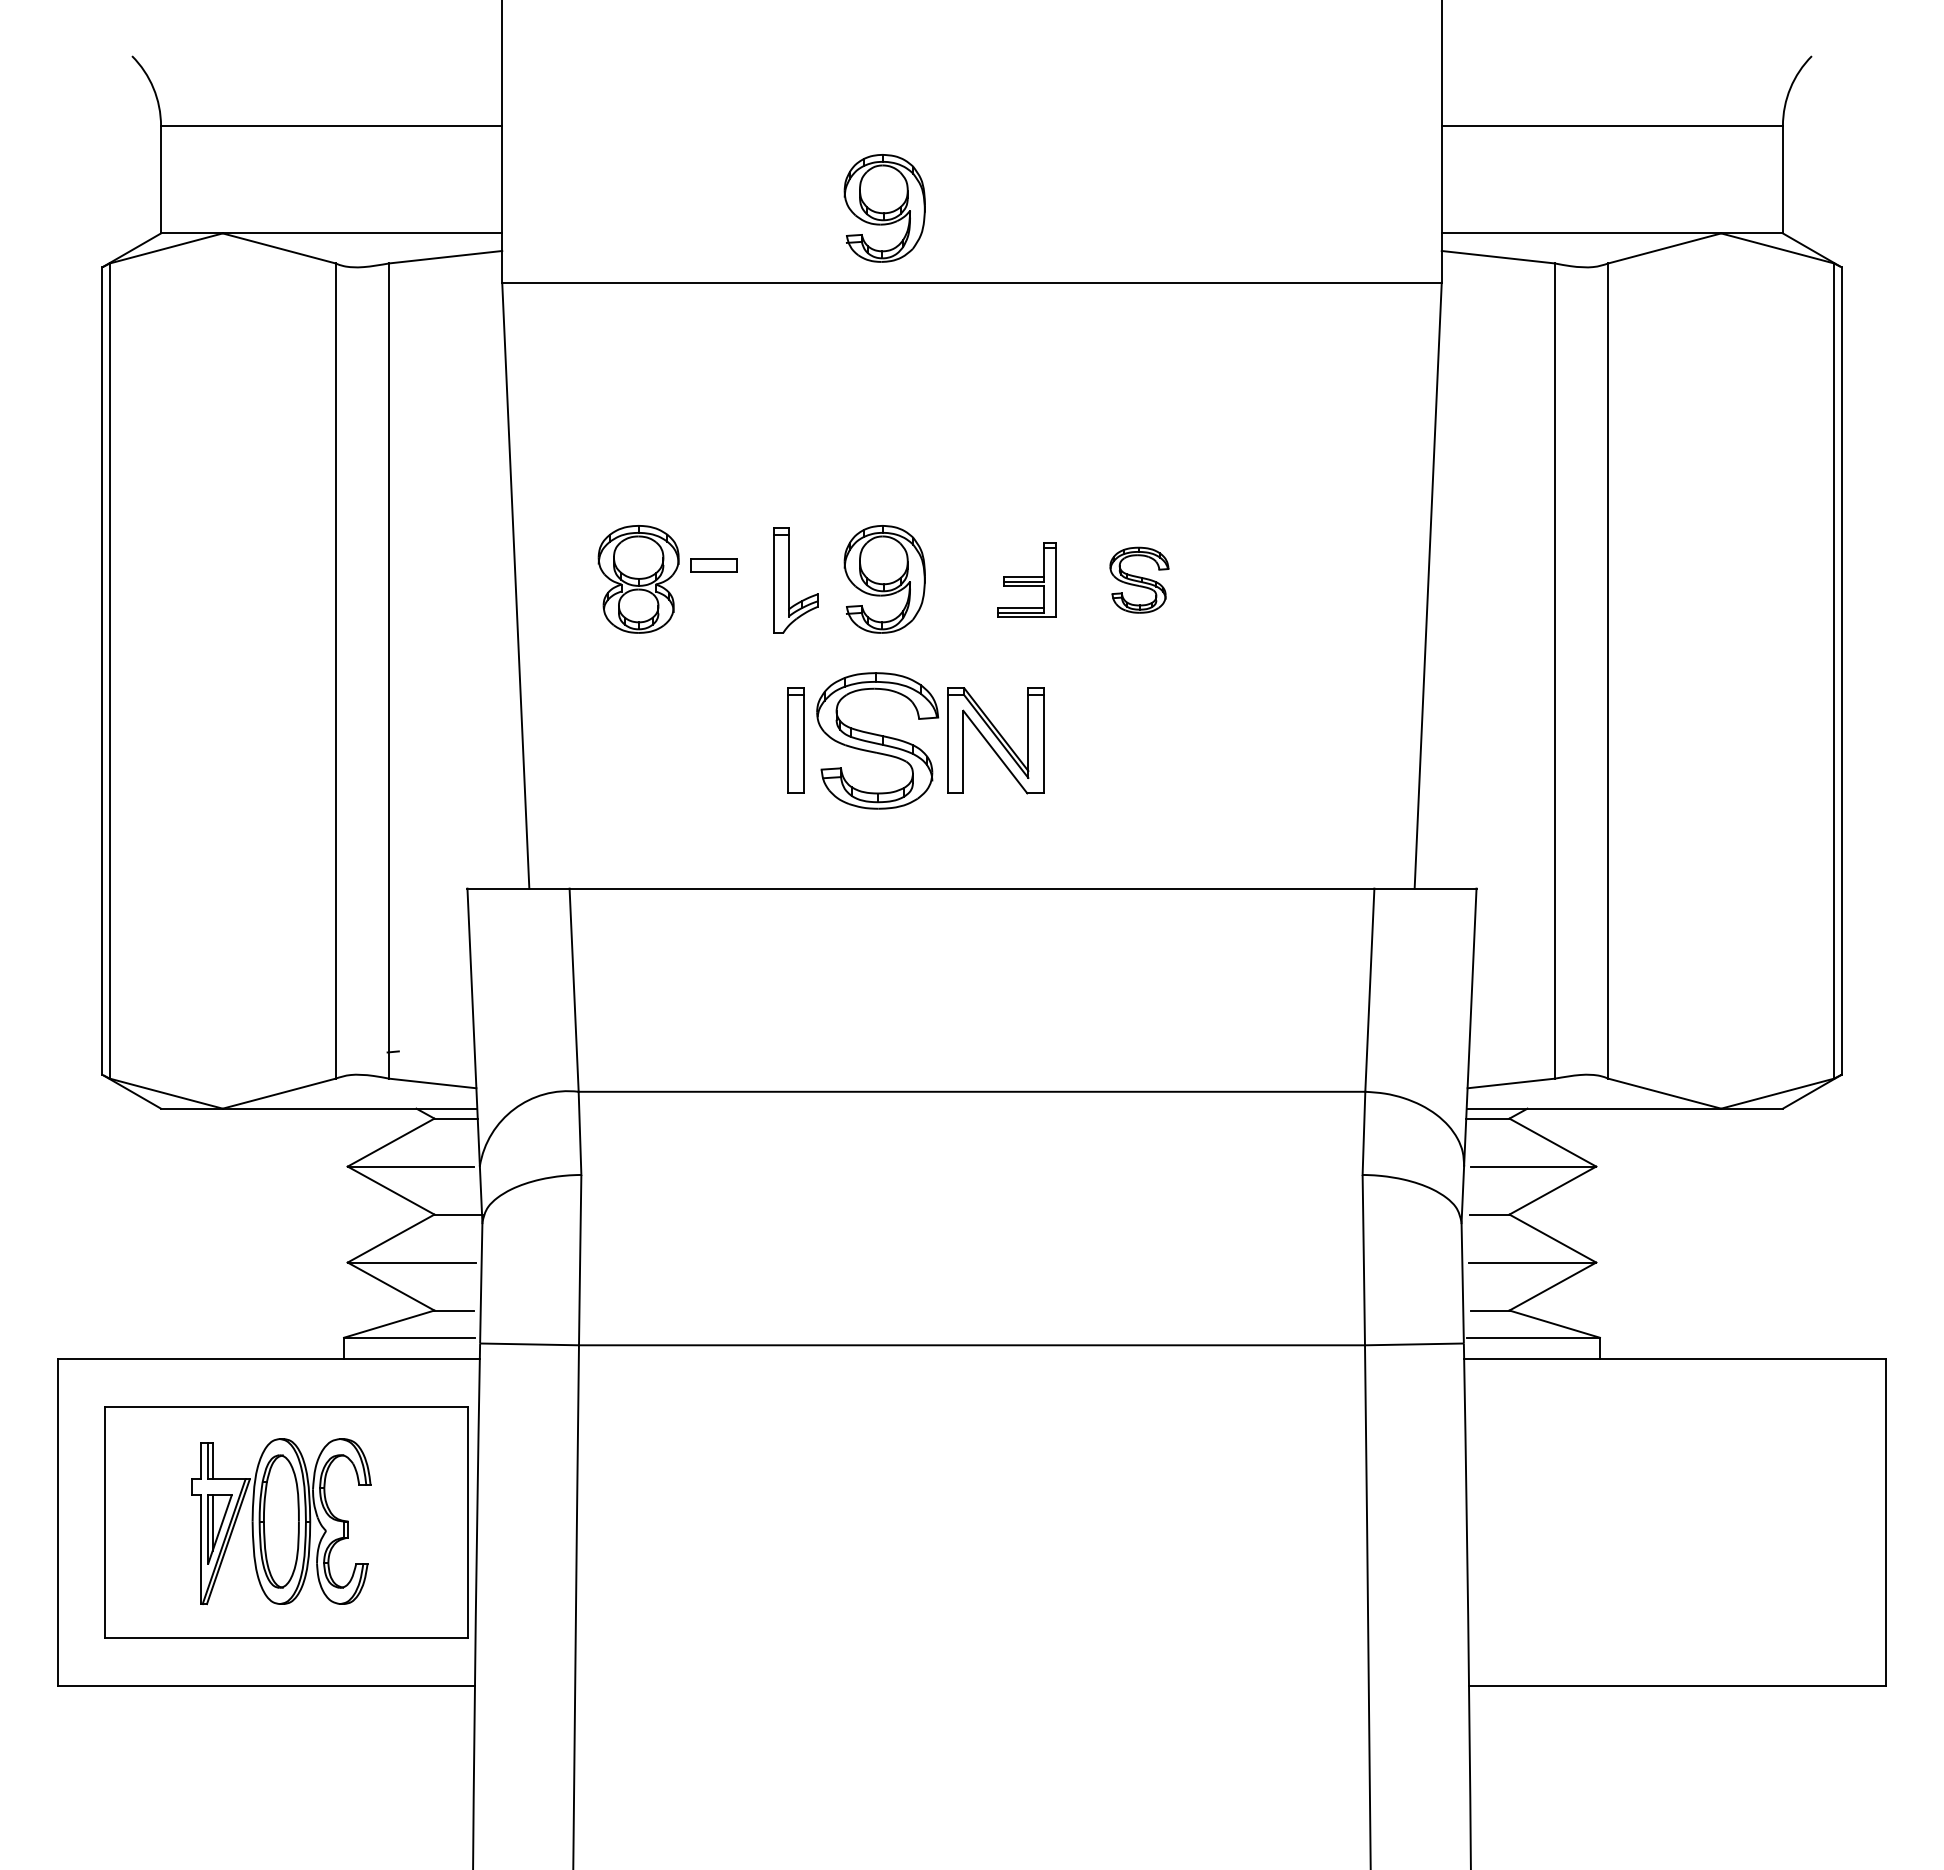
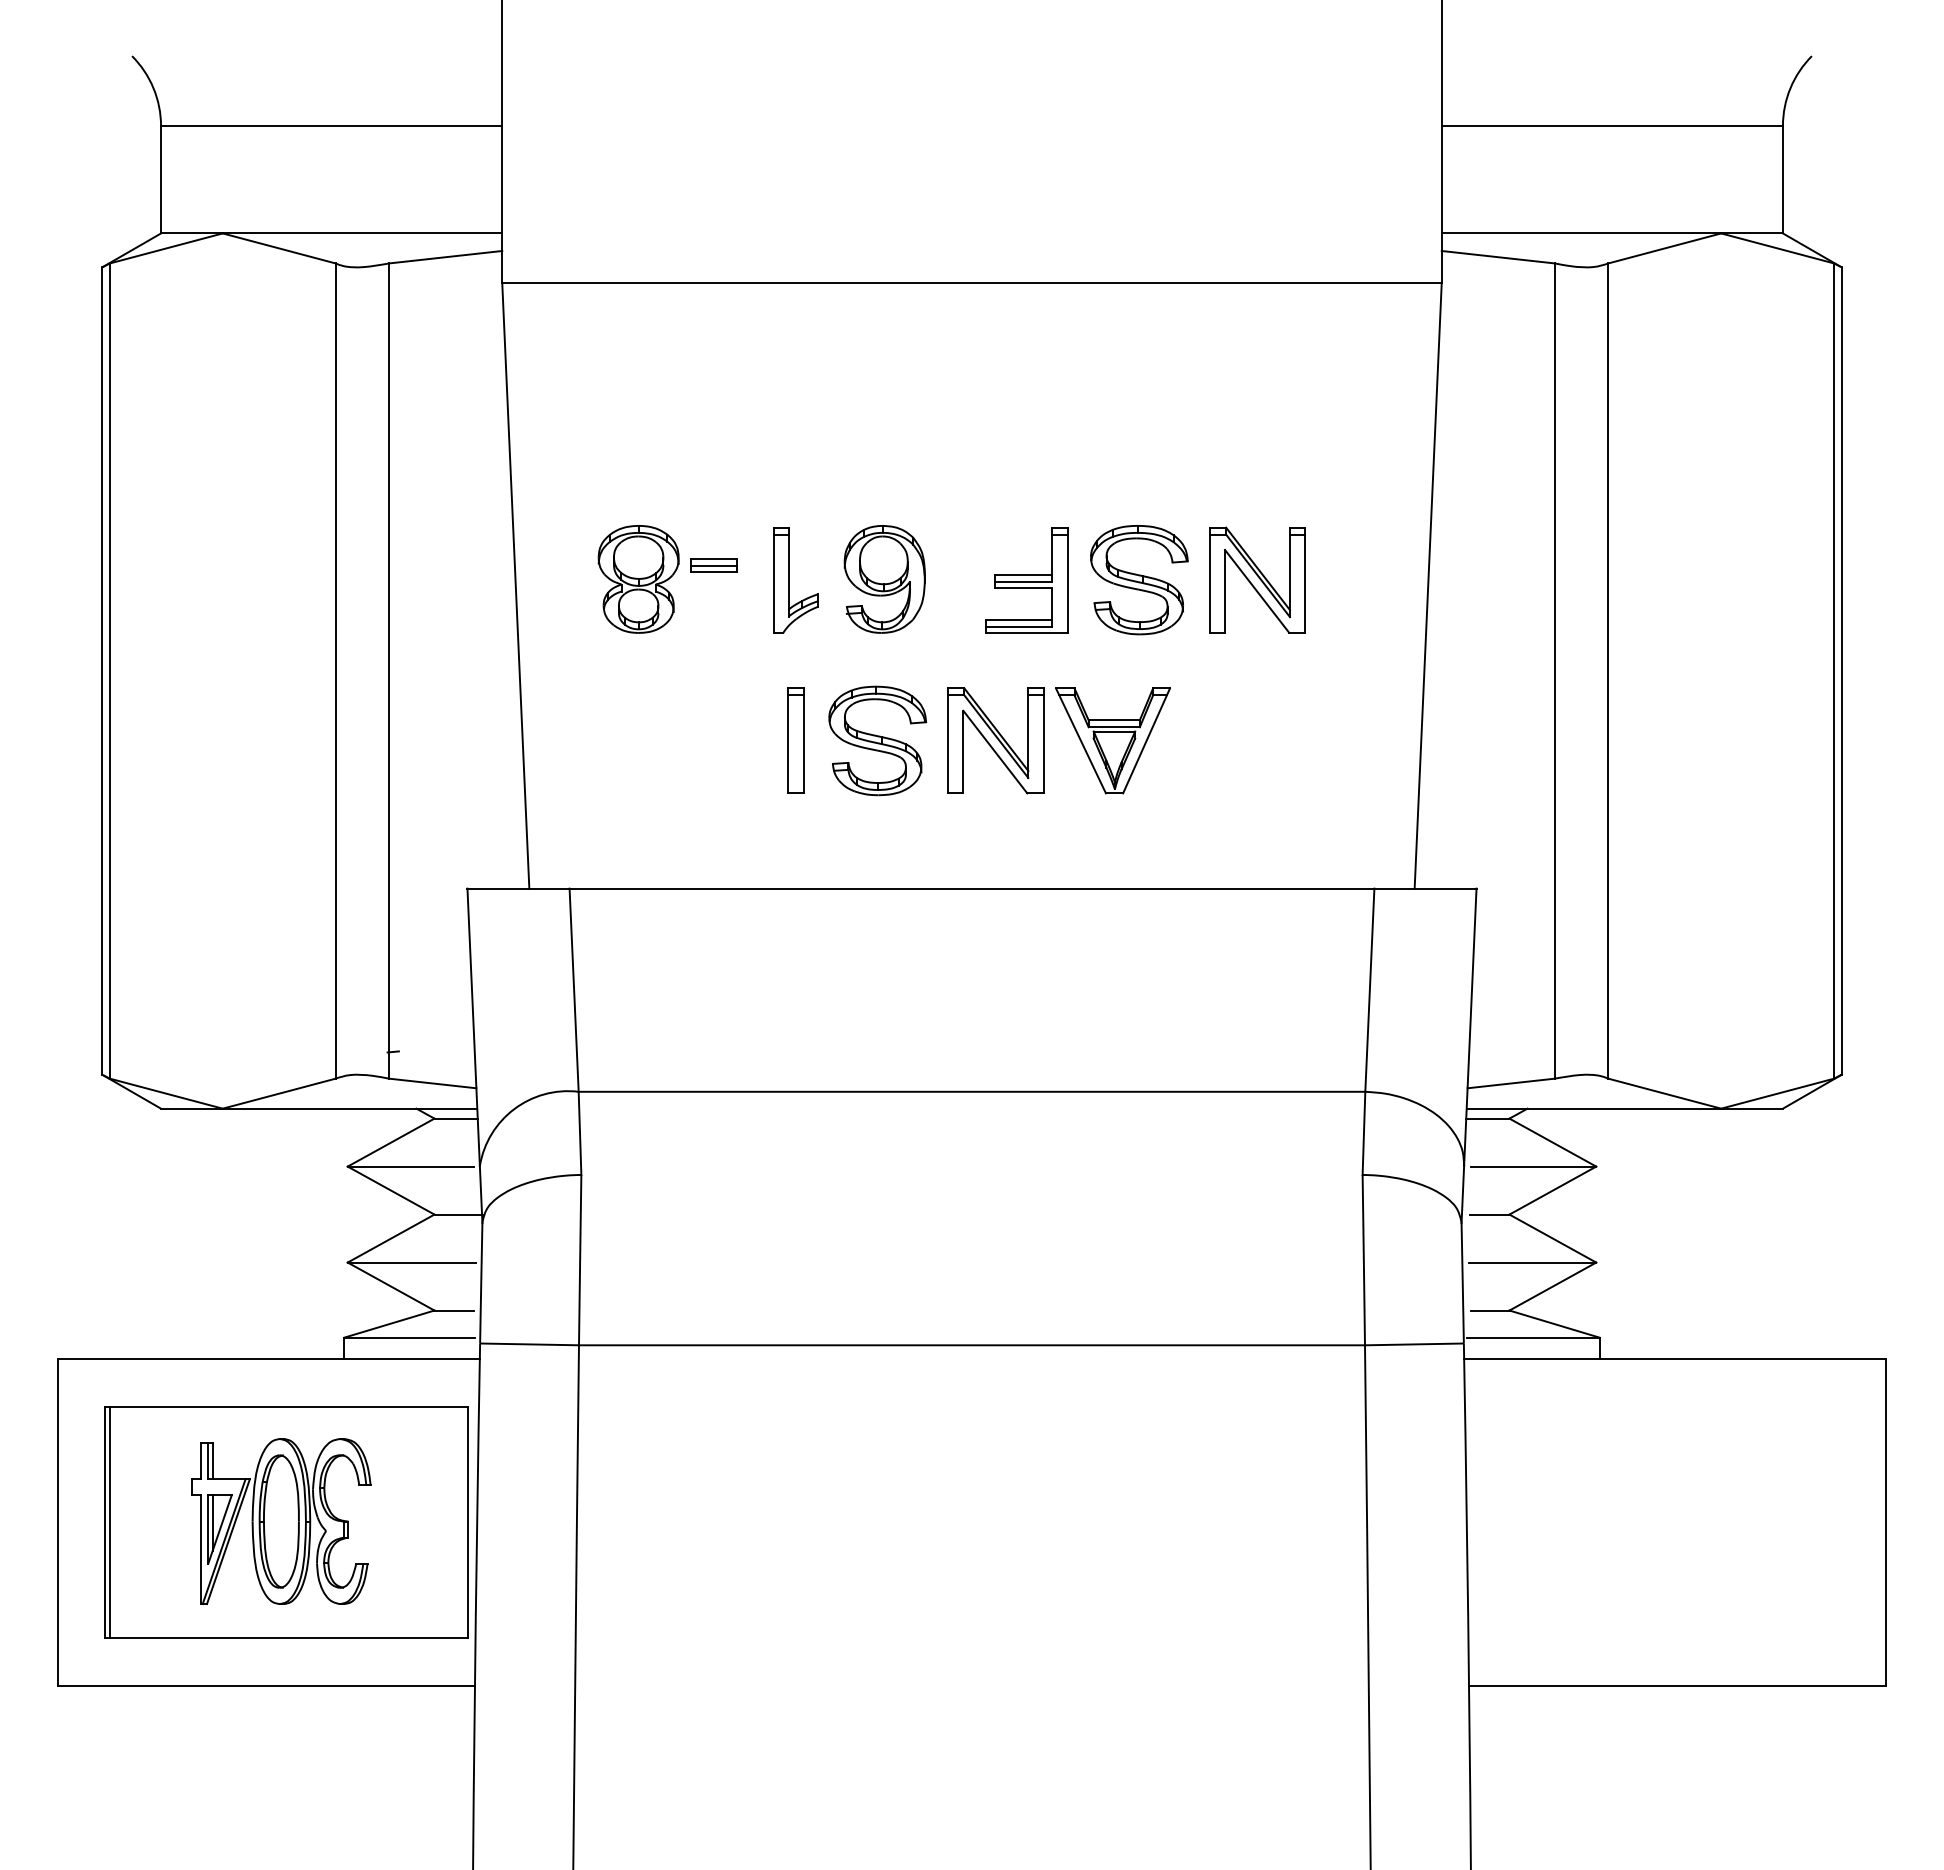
part at (884, 208): present -> none
line at (713, 566): none -> present
part at (1026, 579) size: 60x76 px -> 84x107 px
part at (1139, 579) size: 61x68 px -> 99x111 px
part at (1257, 579): none -> present
part at (877, 740) size: 124x138 px -> 100x112 px
part at (1112, 740): none -> present
line at (109, 1521): none -> present
